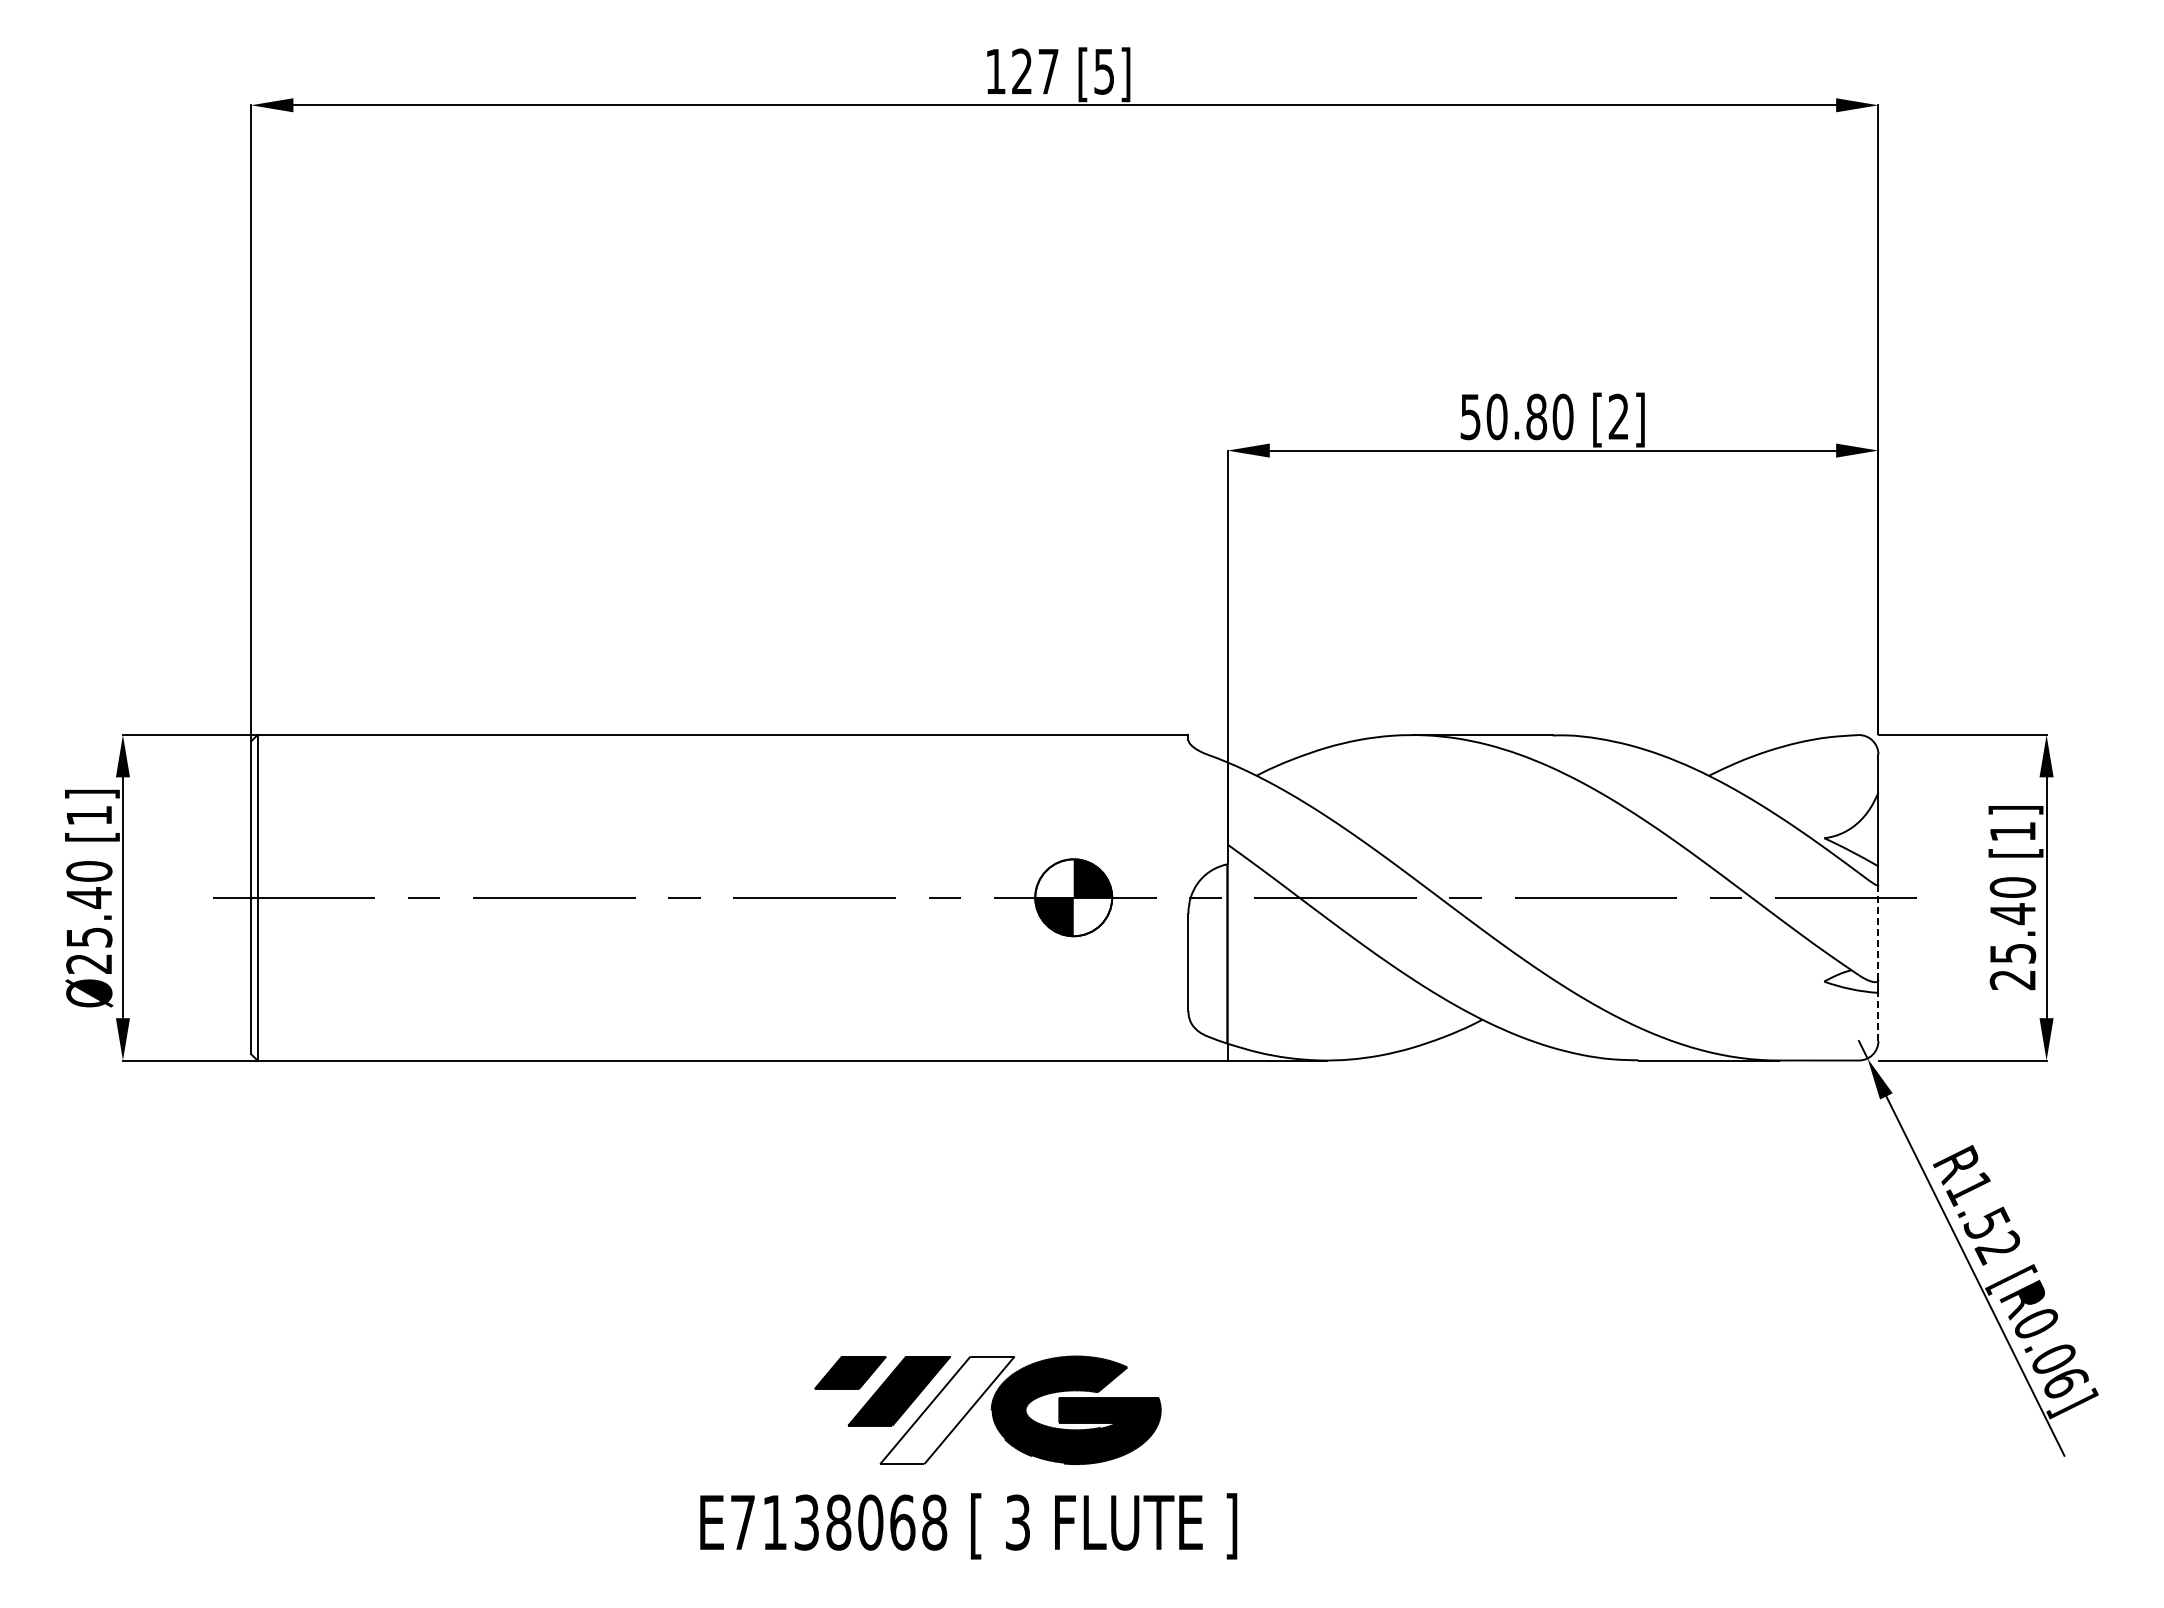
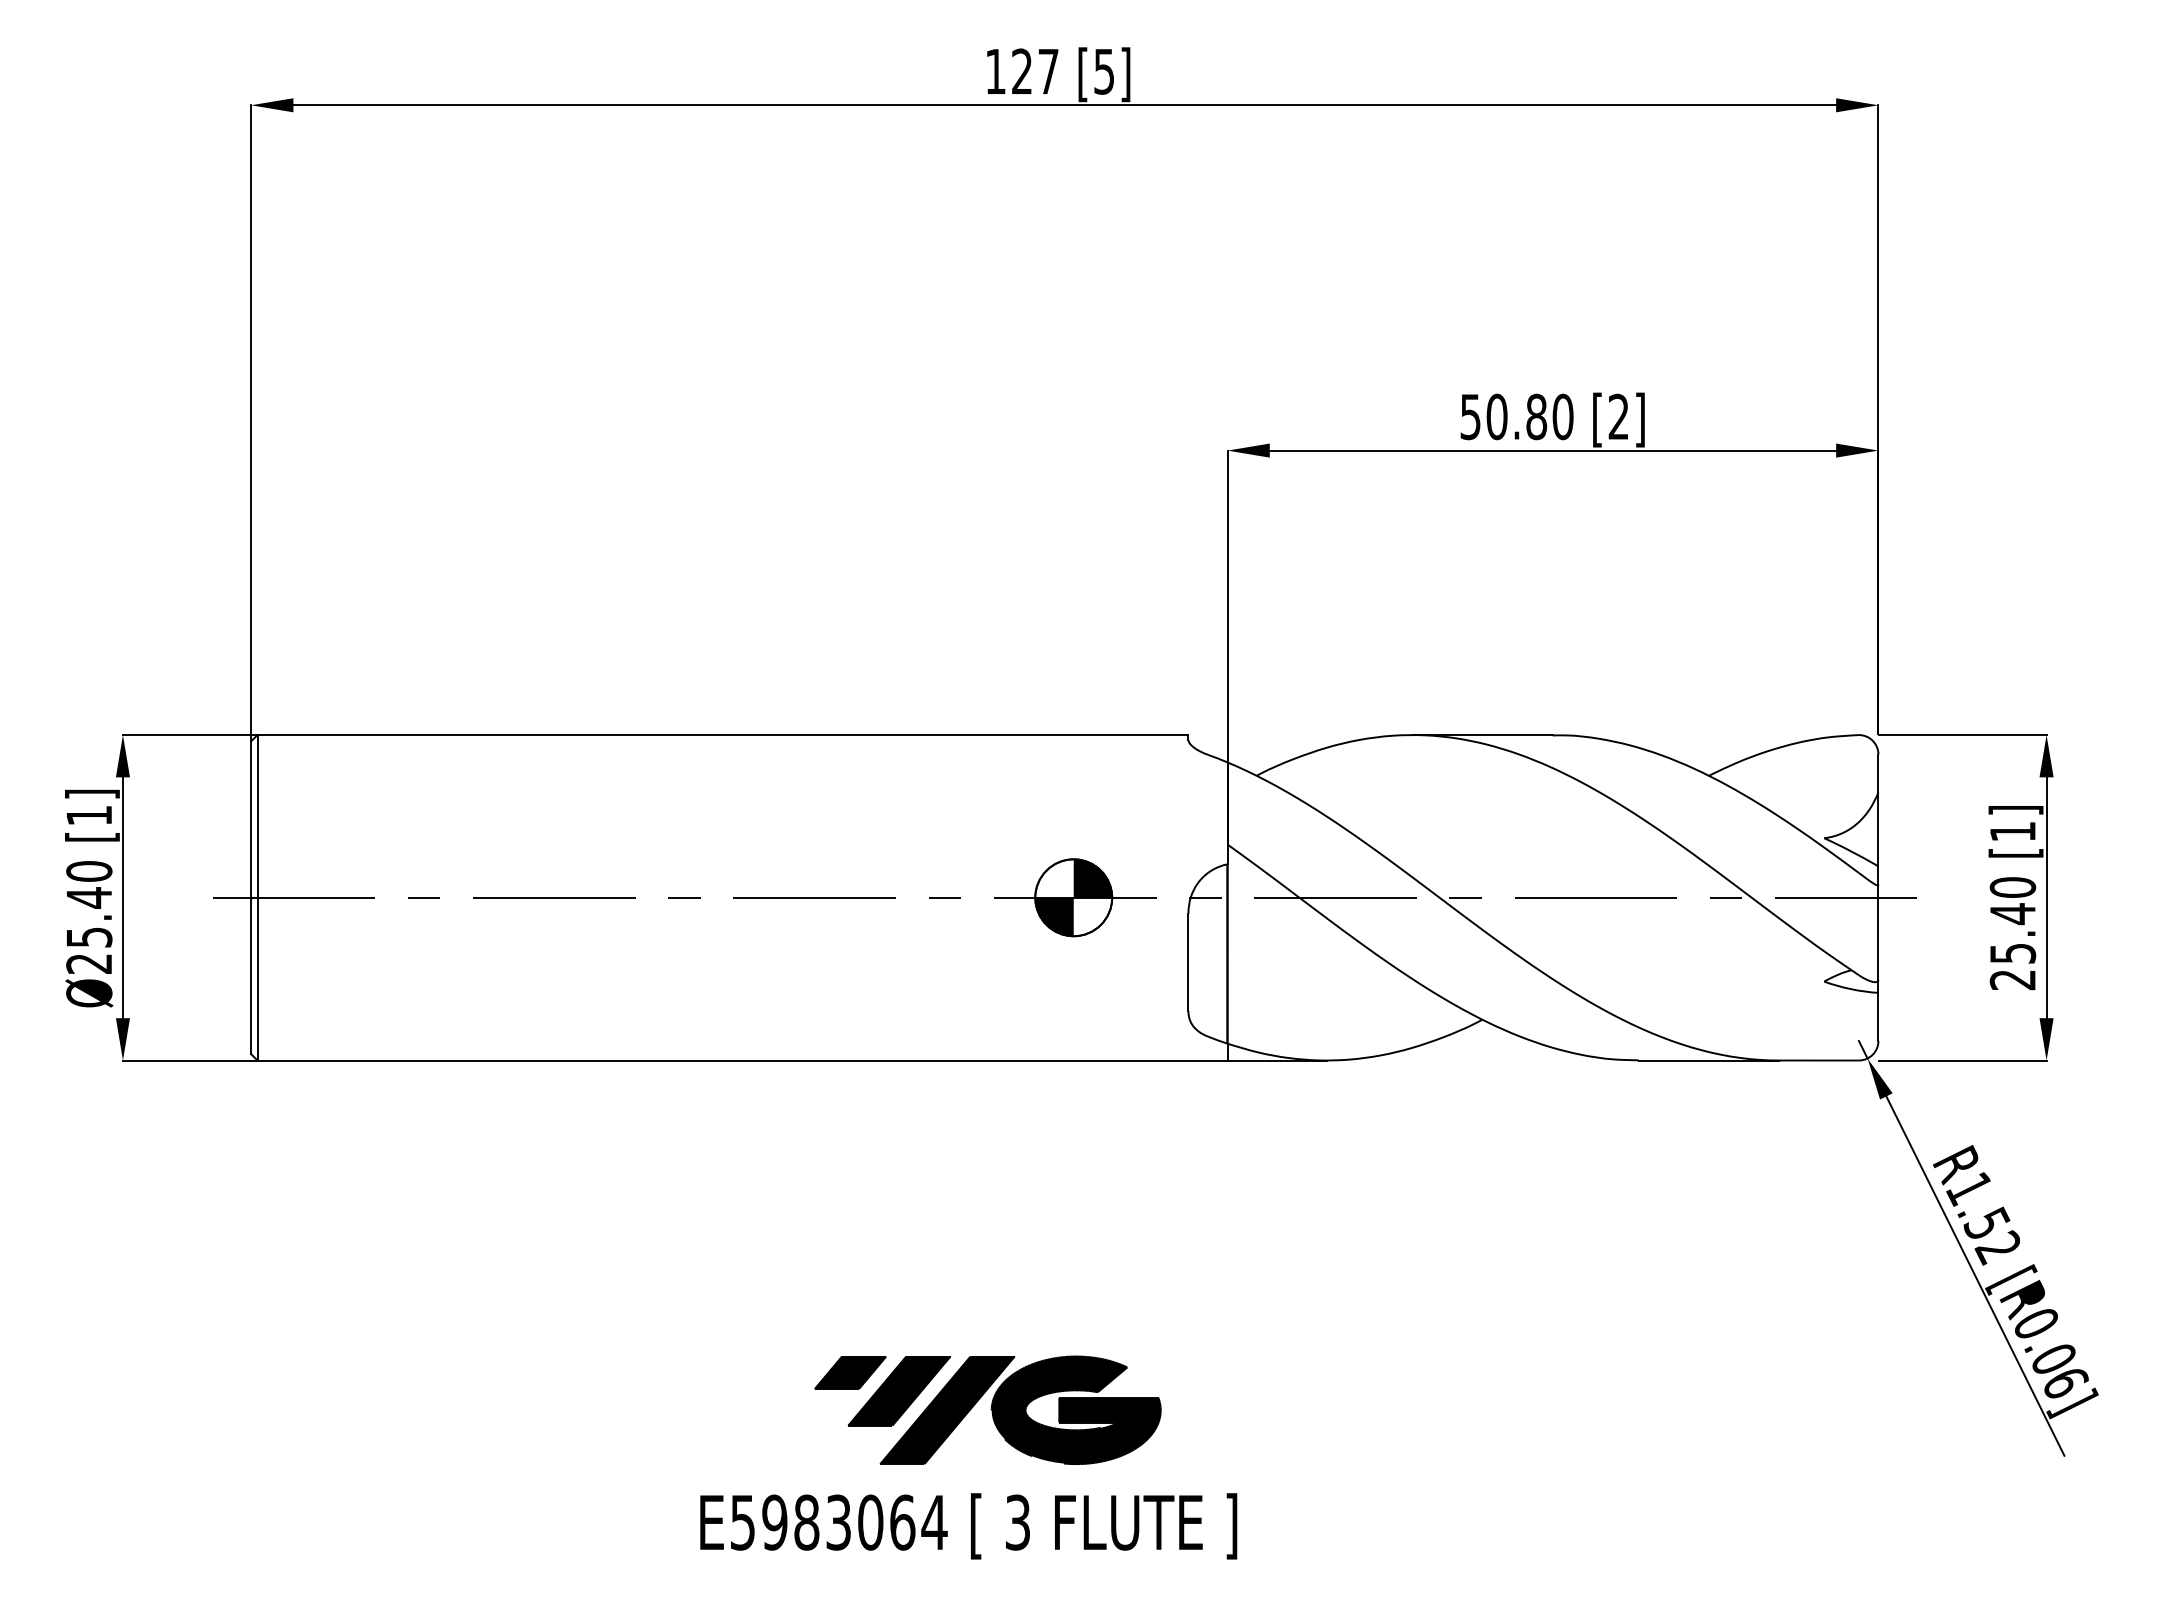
line at (1878, 932): dashed -> solid
line at (1878, 1016): dashed -> solid
fill at (947, 1410): none -> present
text at (839, 1522): E7138068 -> E5983064
